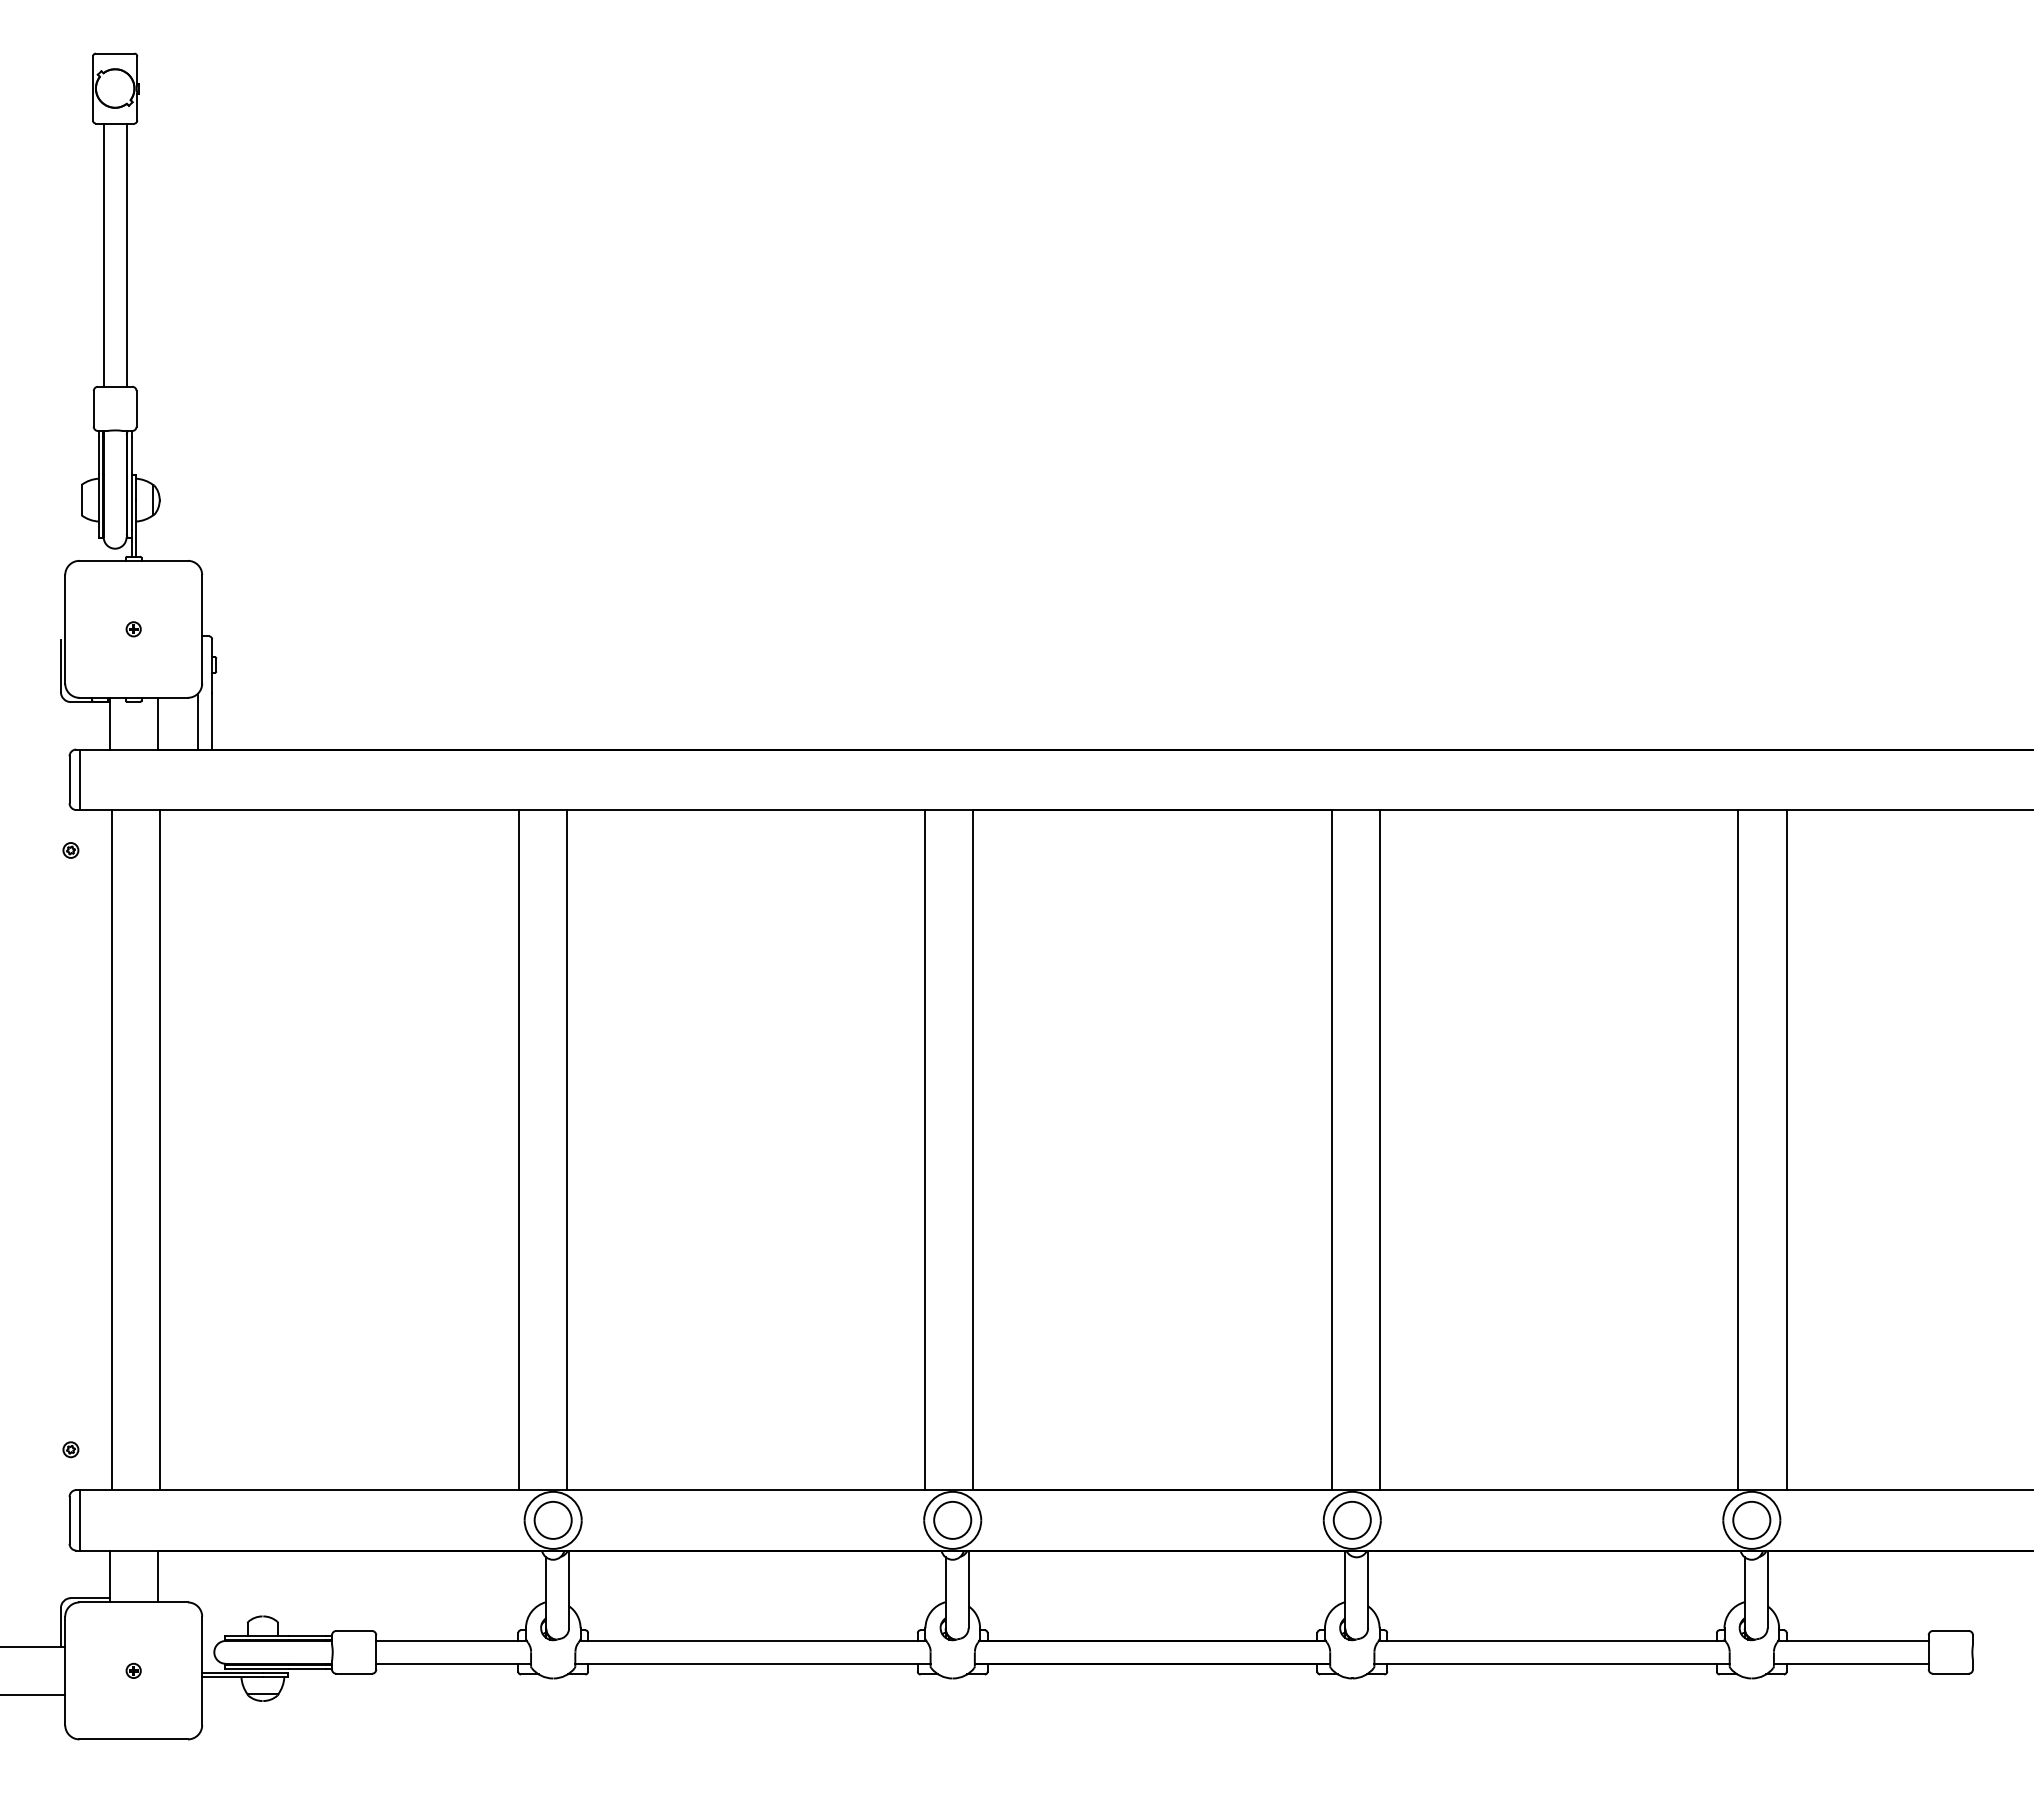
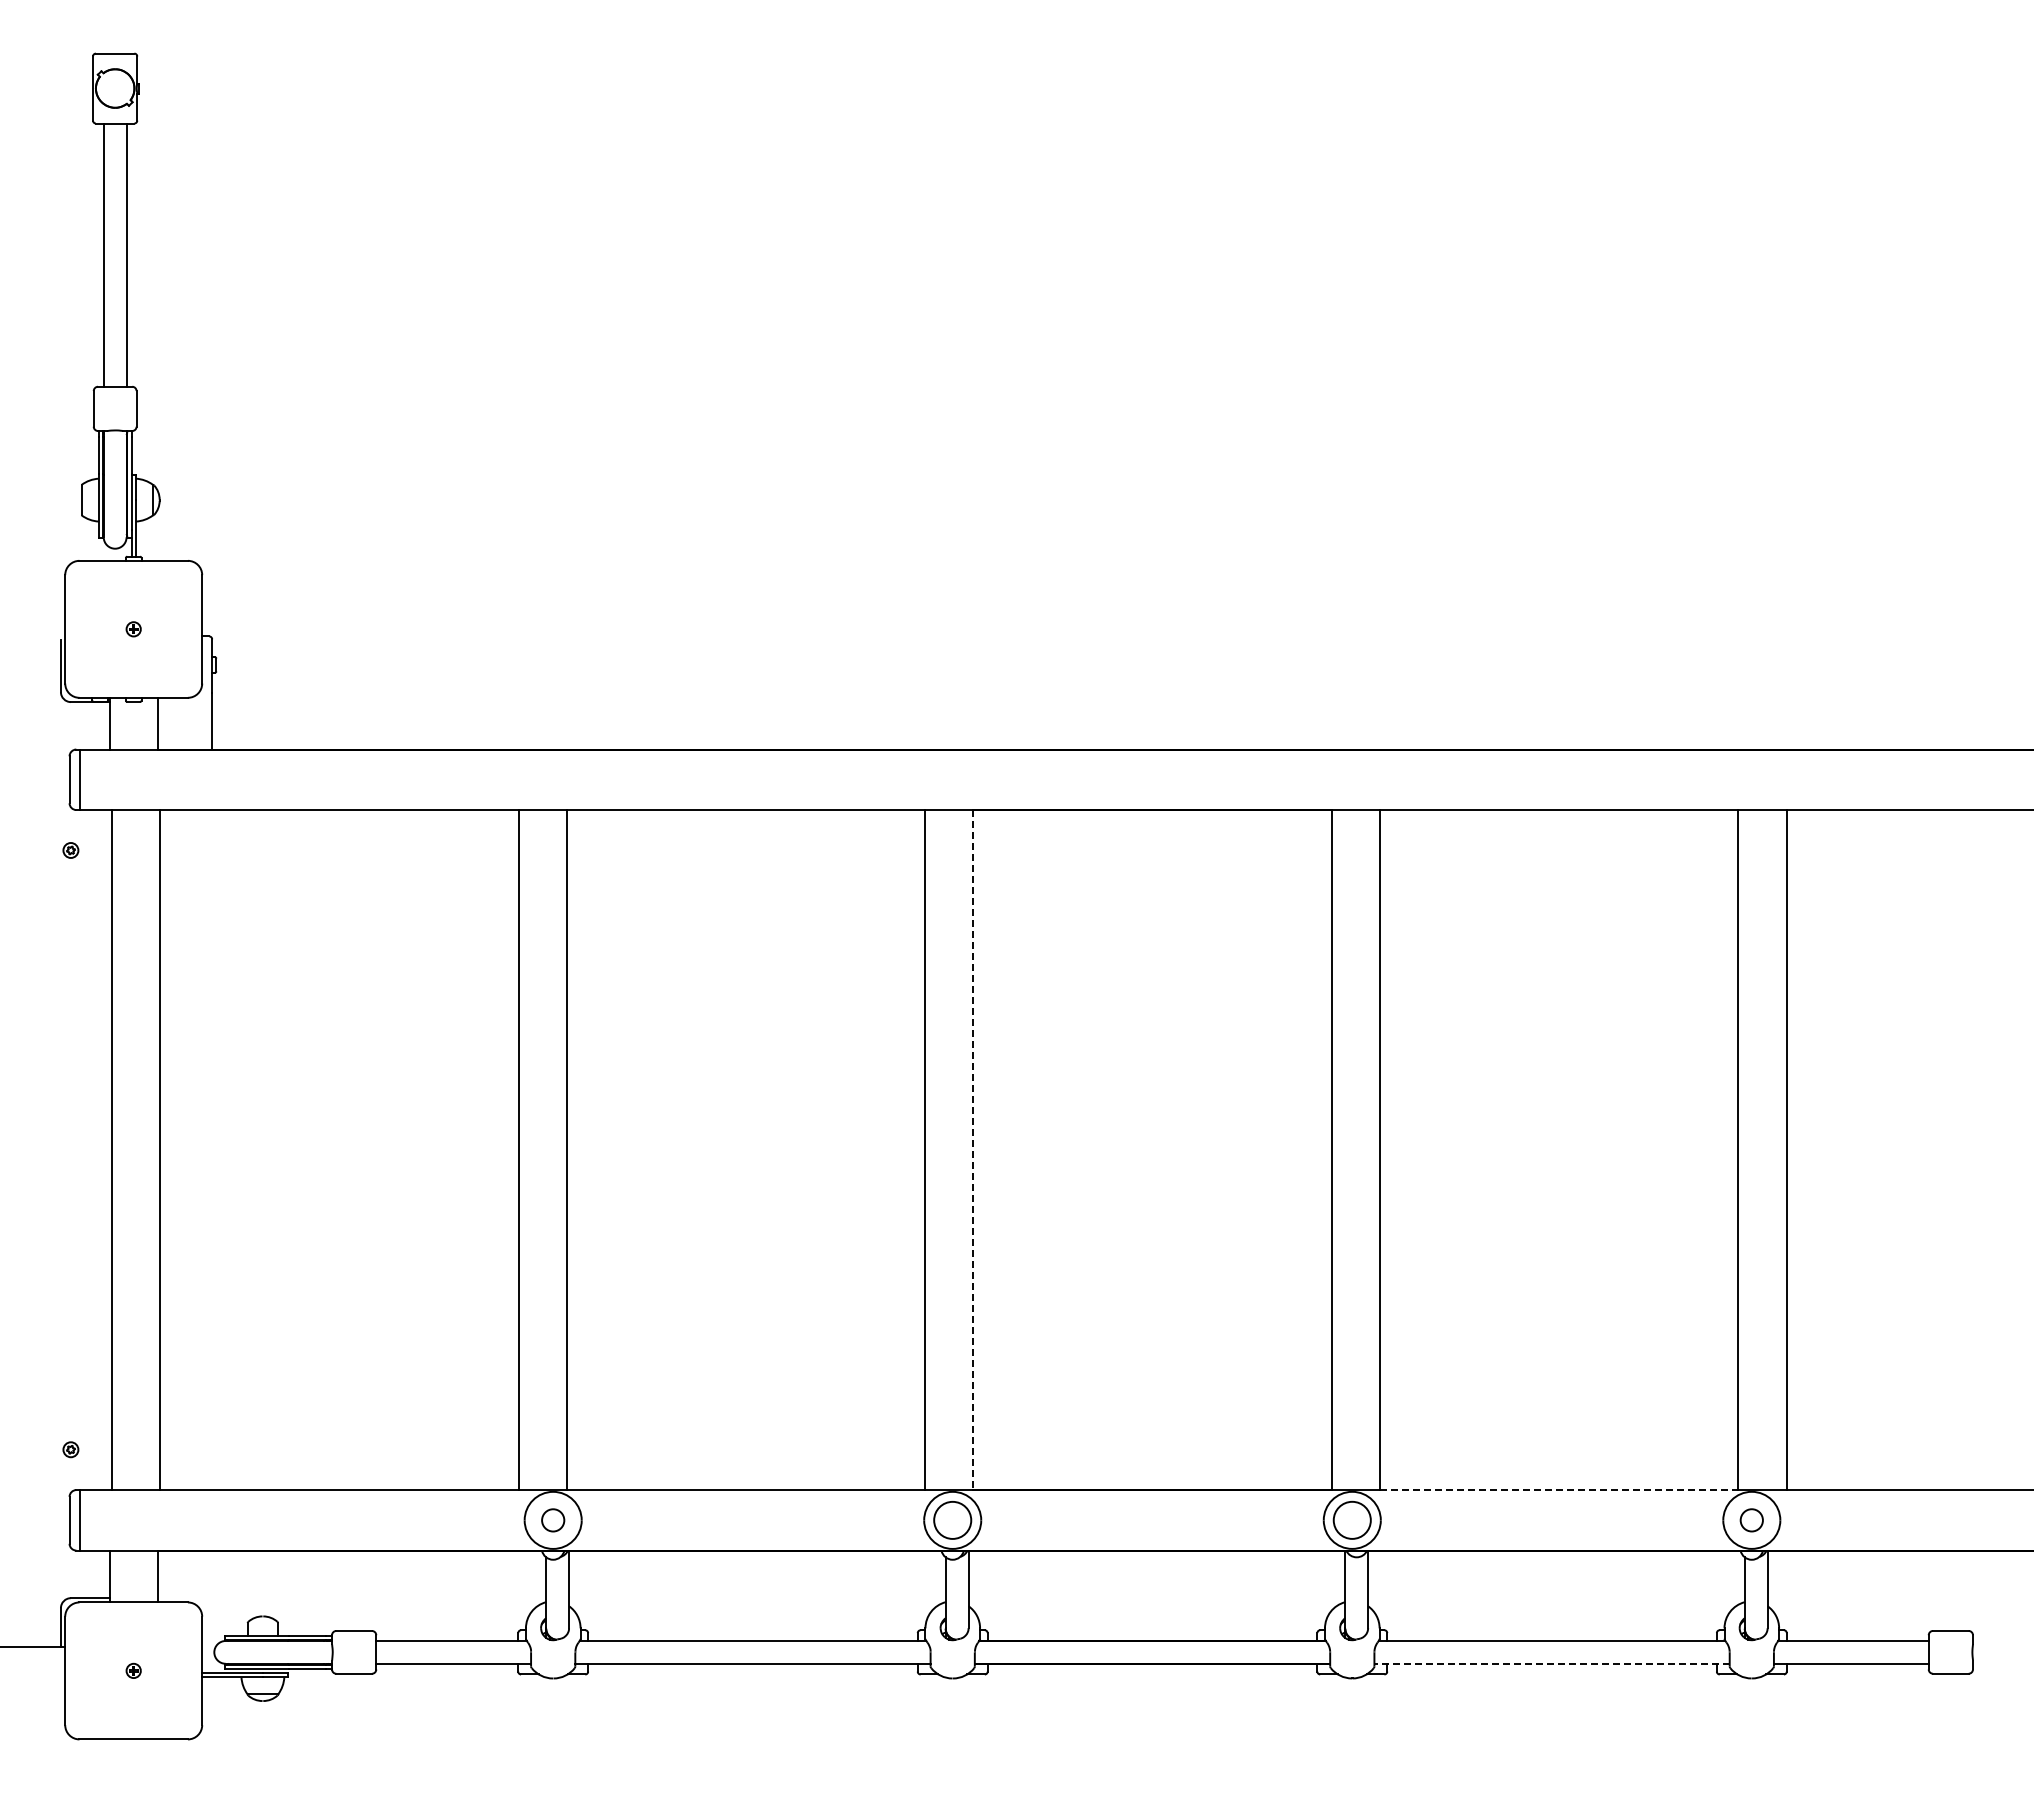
line at (197, 721): present -> none
line at (973, 1150): solid -> dashed
line at (1559, 1490): solid -> dashed
circle at (552, 1519) diameter: 37 px -> 22 px
circle at (1751, 1519) diameter: 37 px -> 22 px
line at (1552, 1663): solid -> dashed
line at (33, 1694): present -> none
